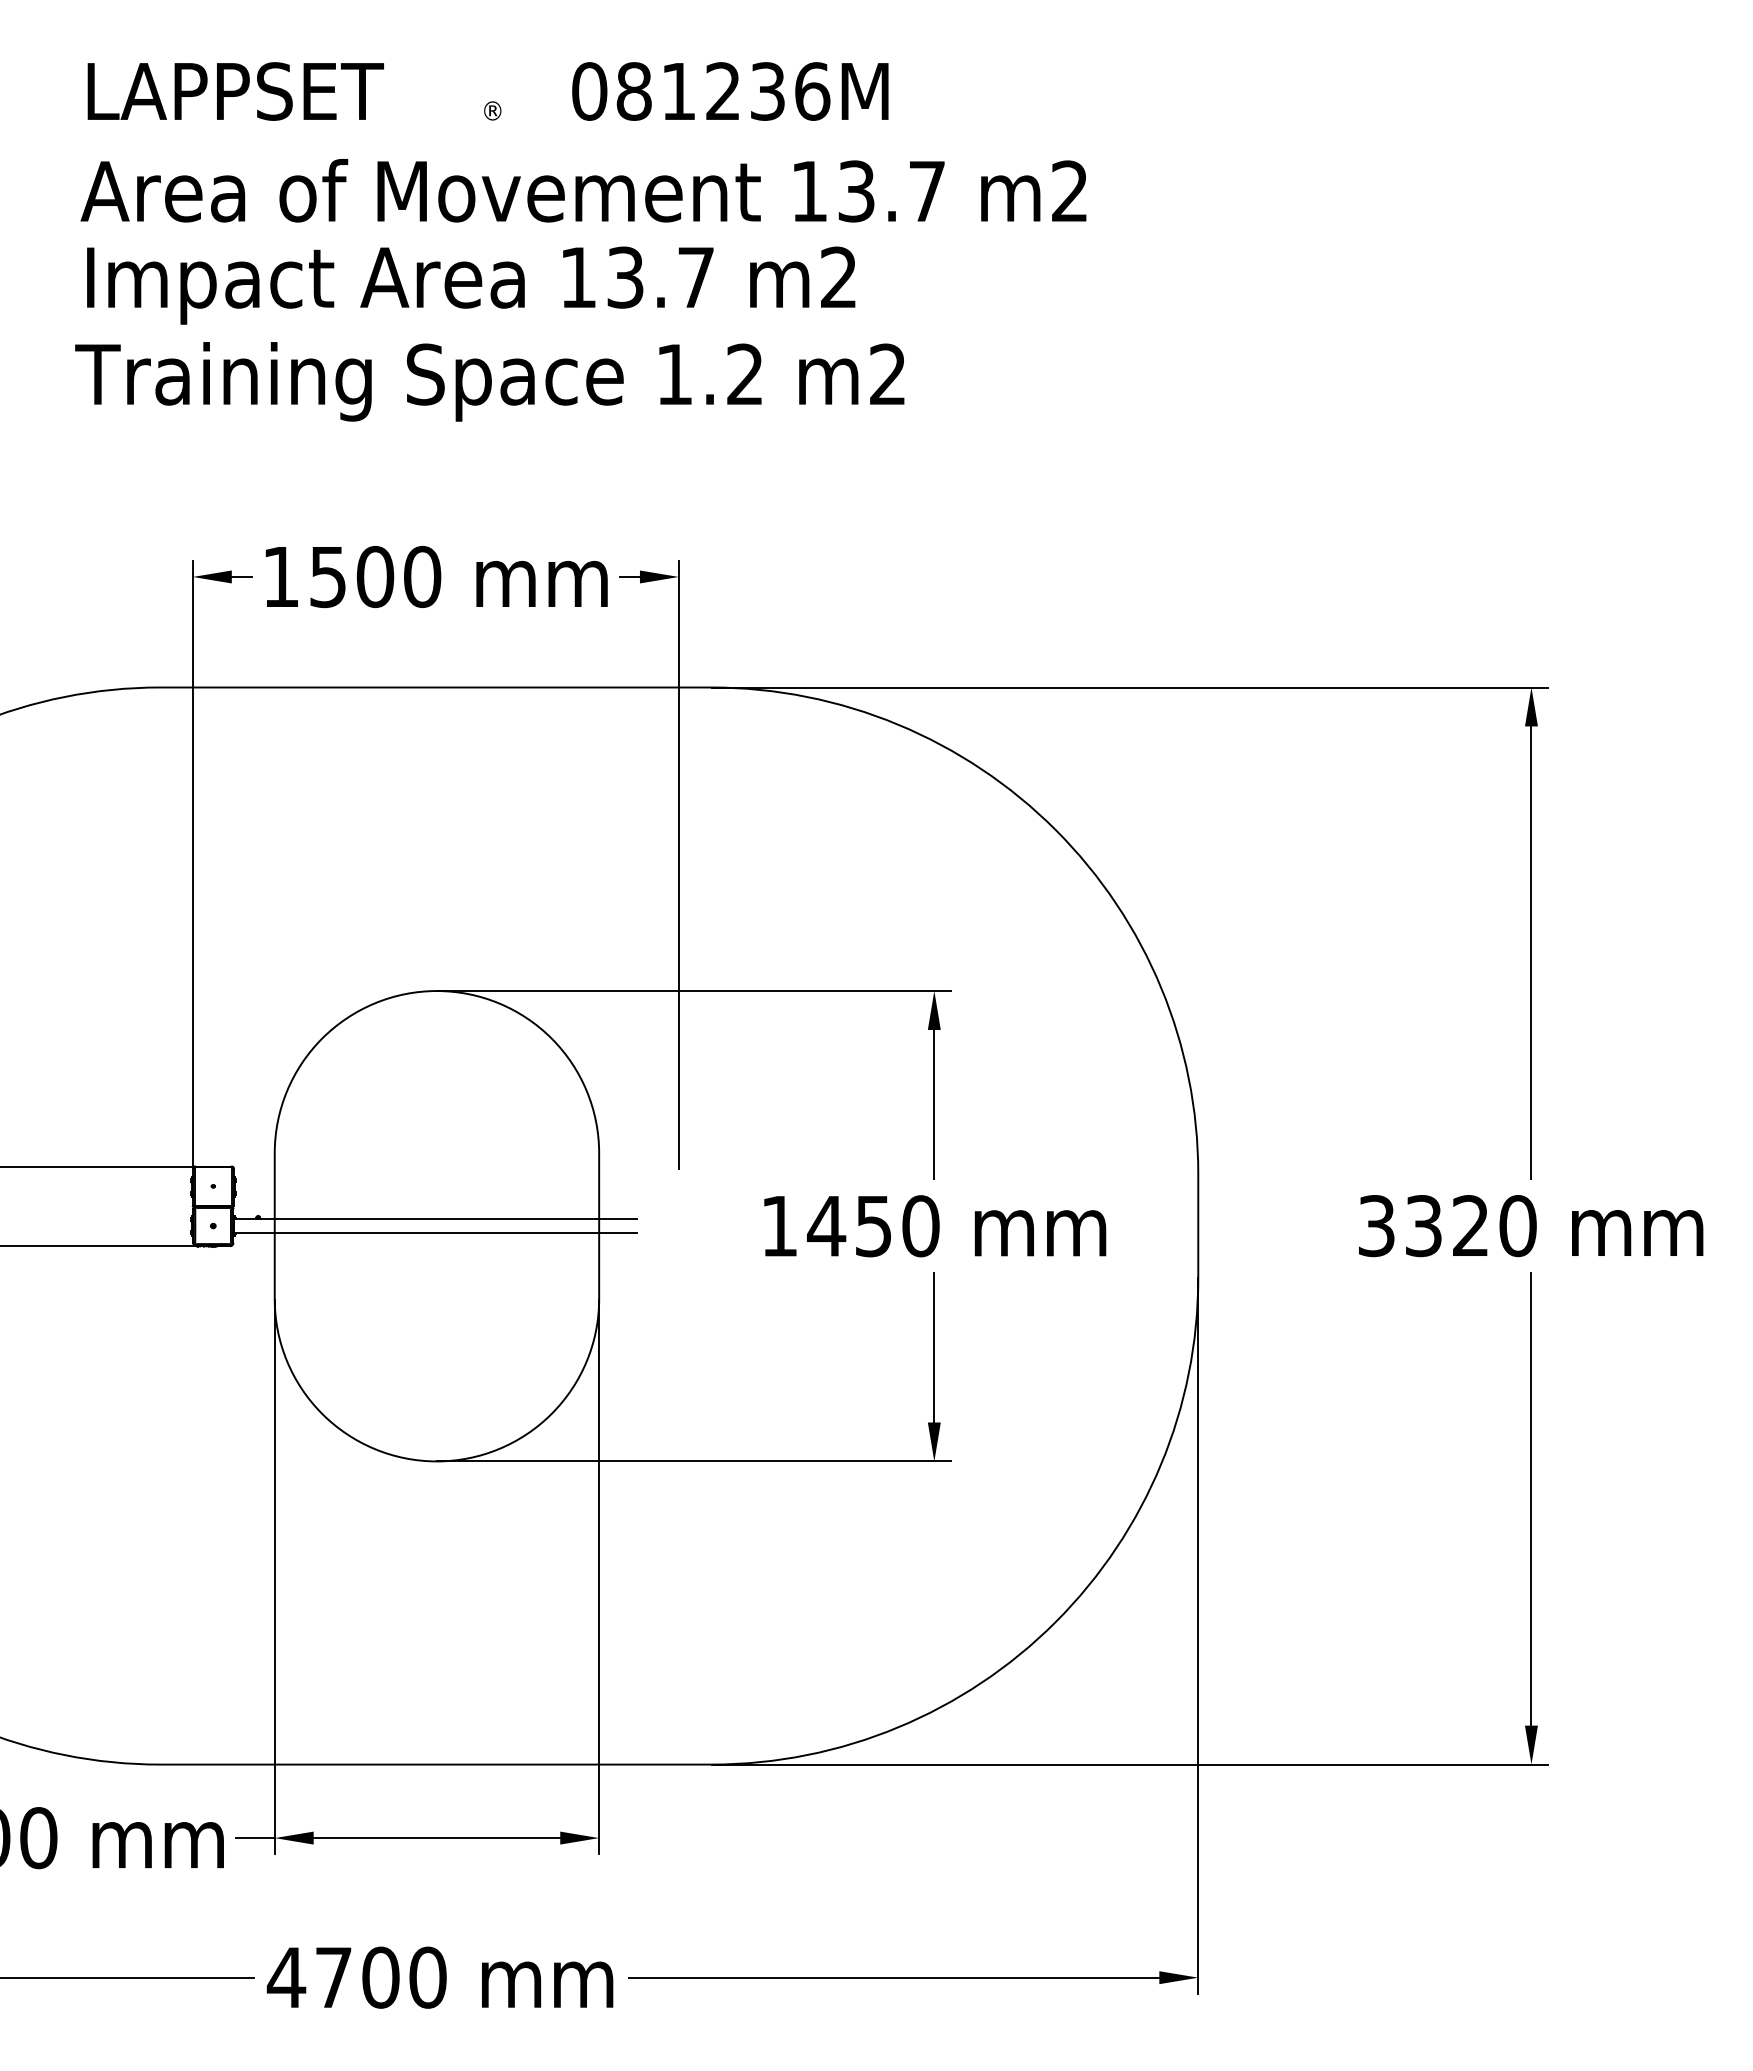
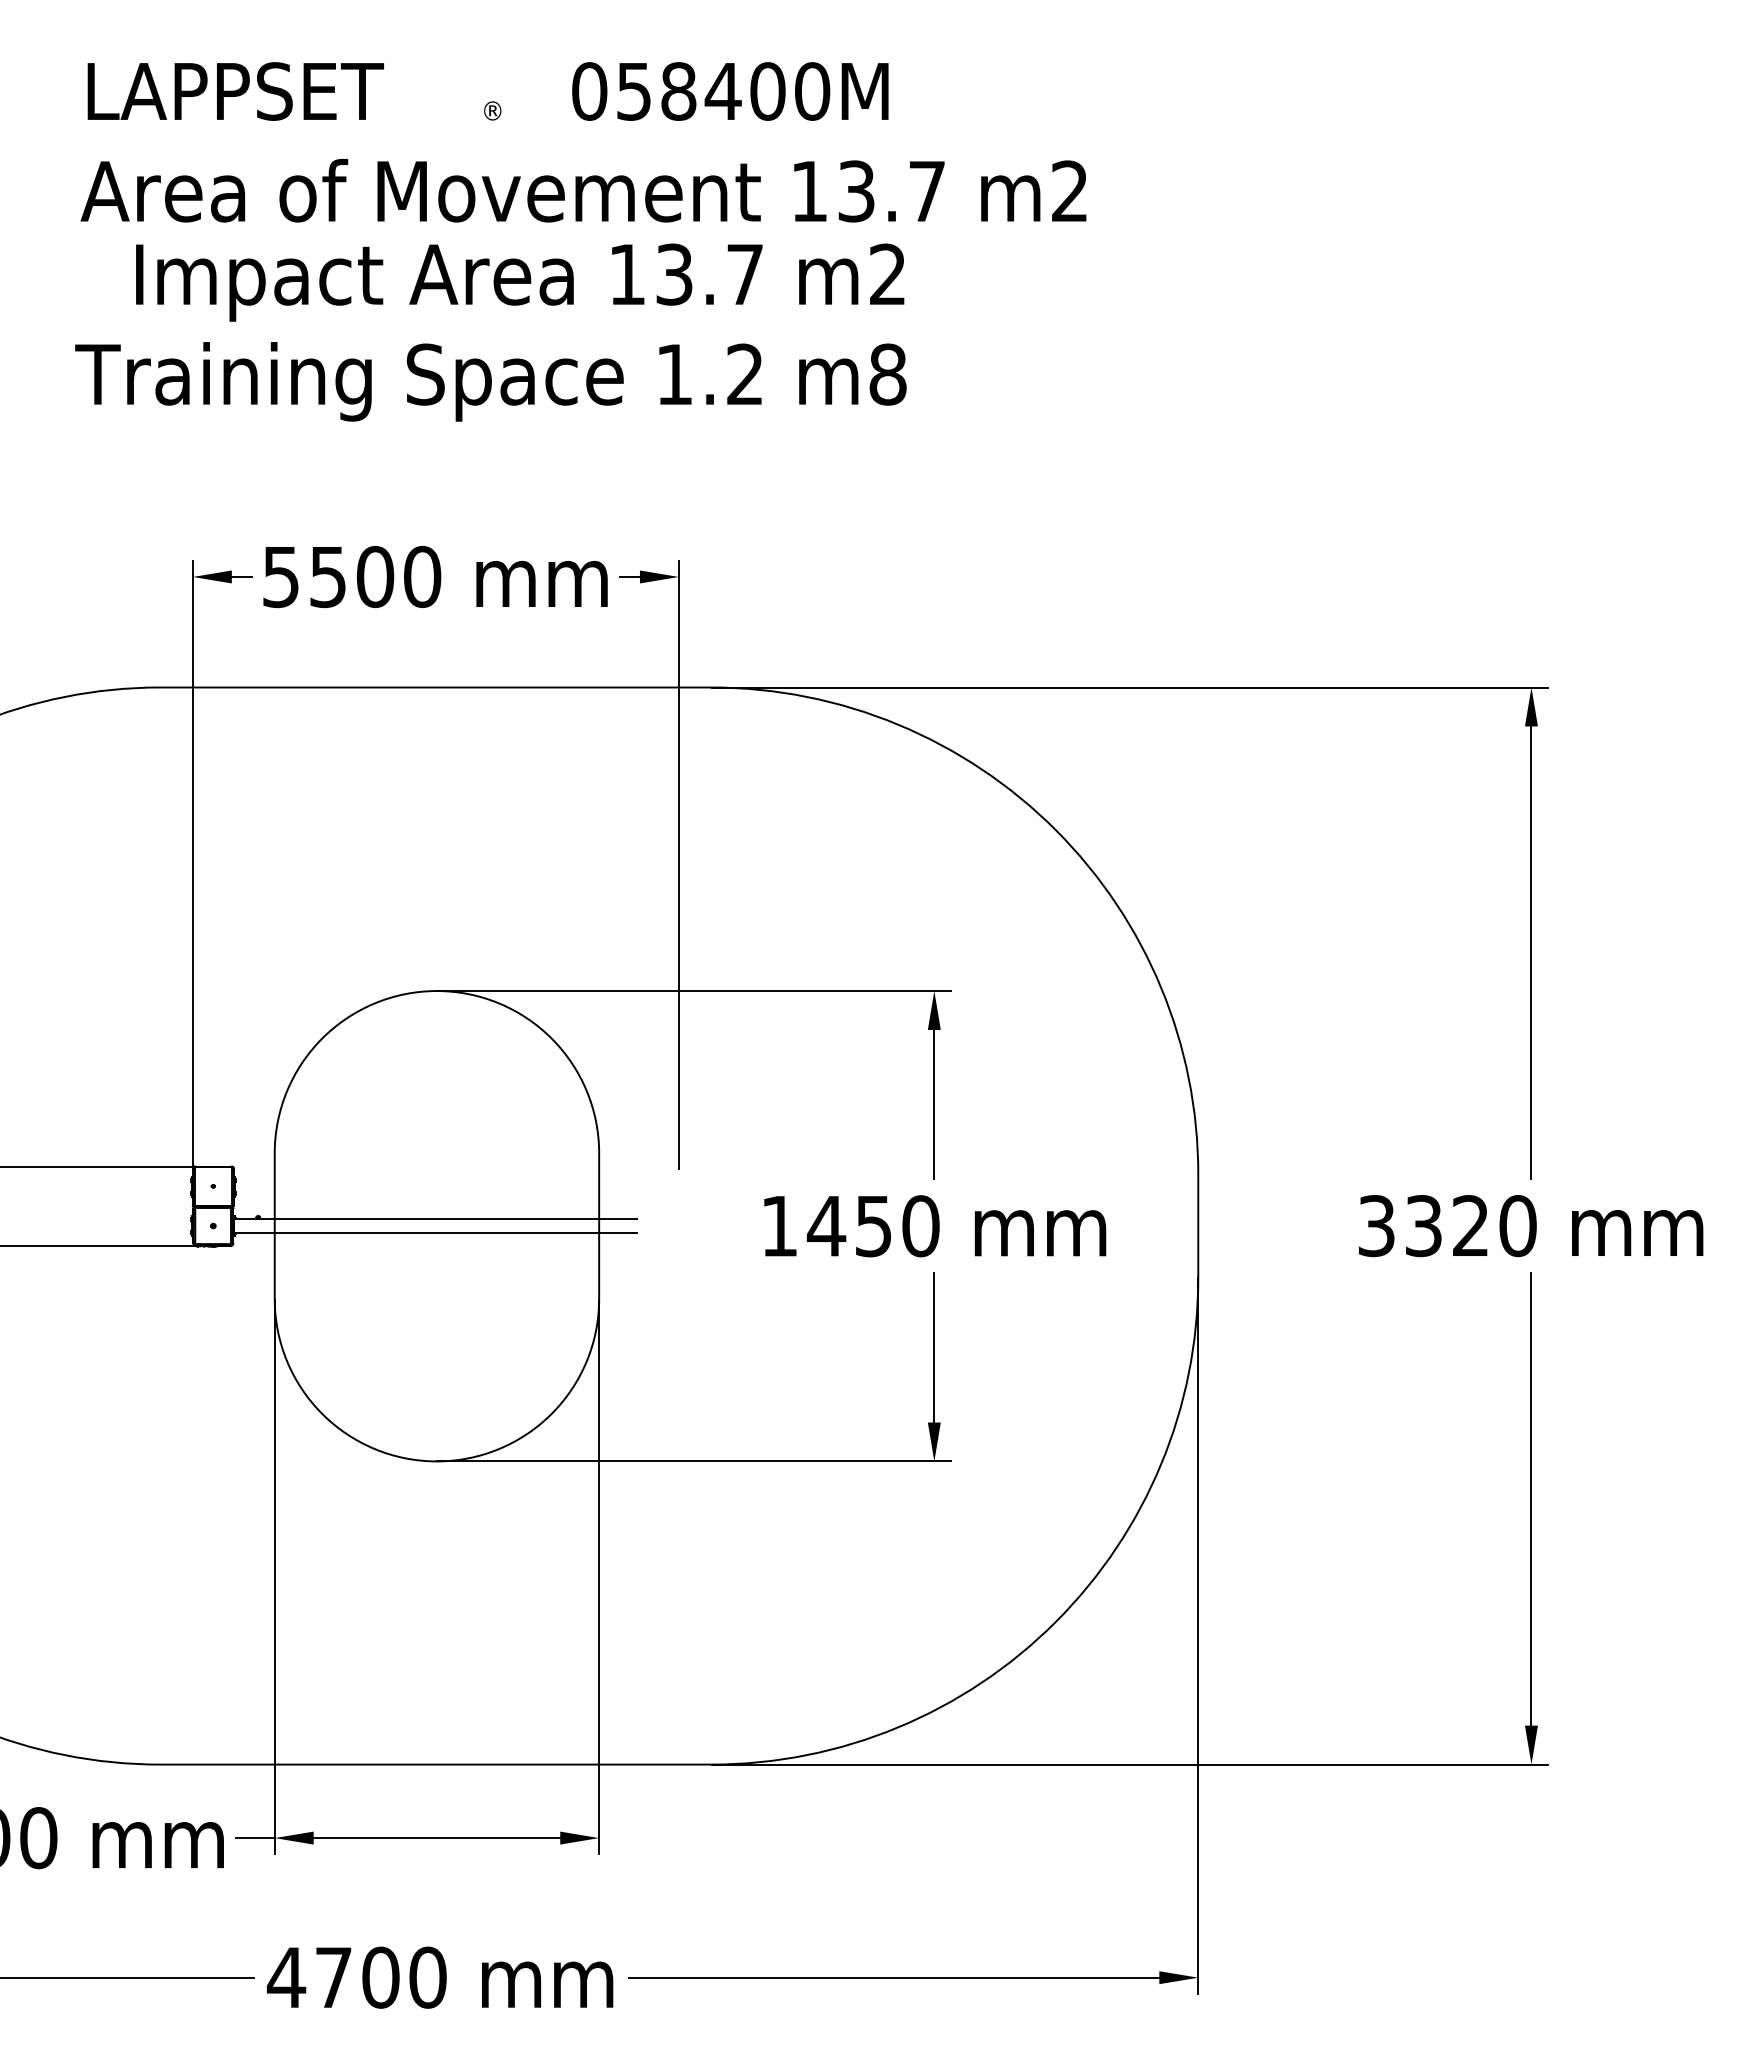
text at (723, 91): 081236M -> 058400M
text at (471, 285) position: (471, 285) -> (520, 282)
text at (887, 374): m2 -> m8
text at (280, 577): 1500 -> 5500
